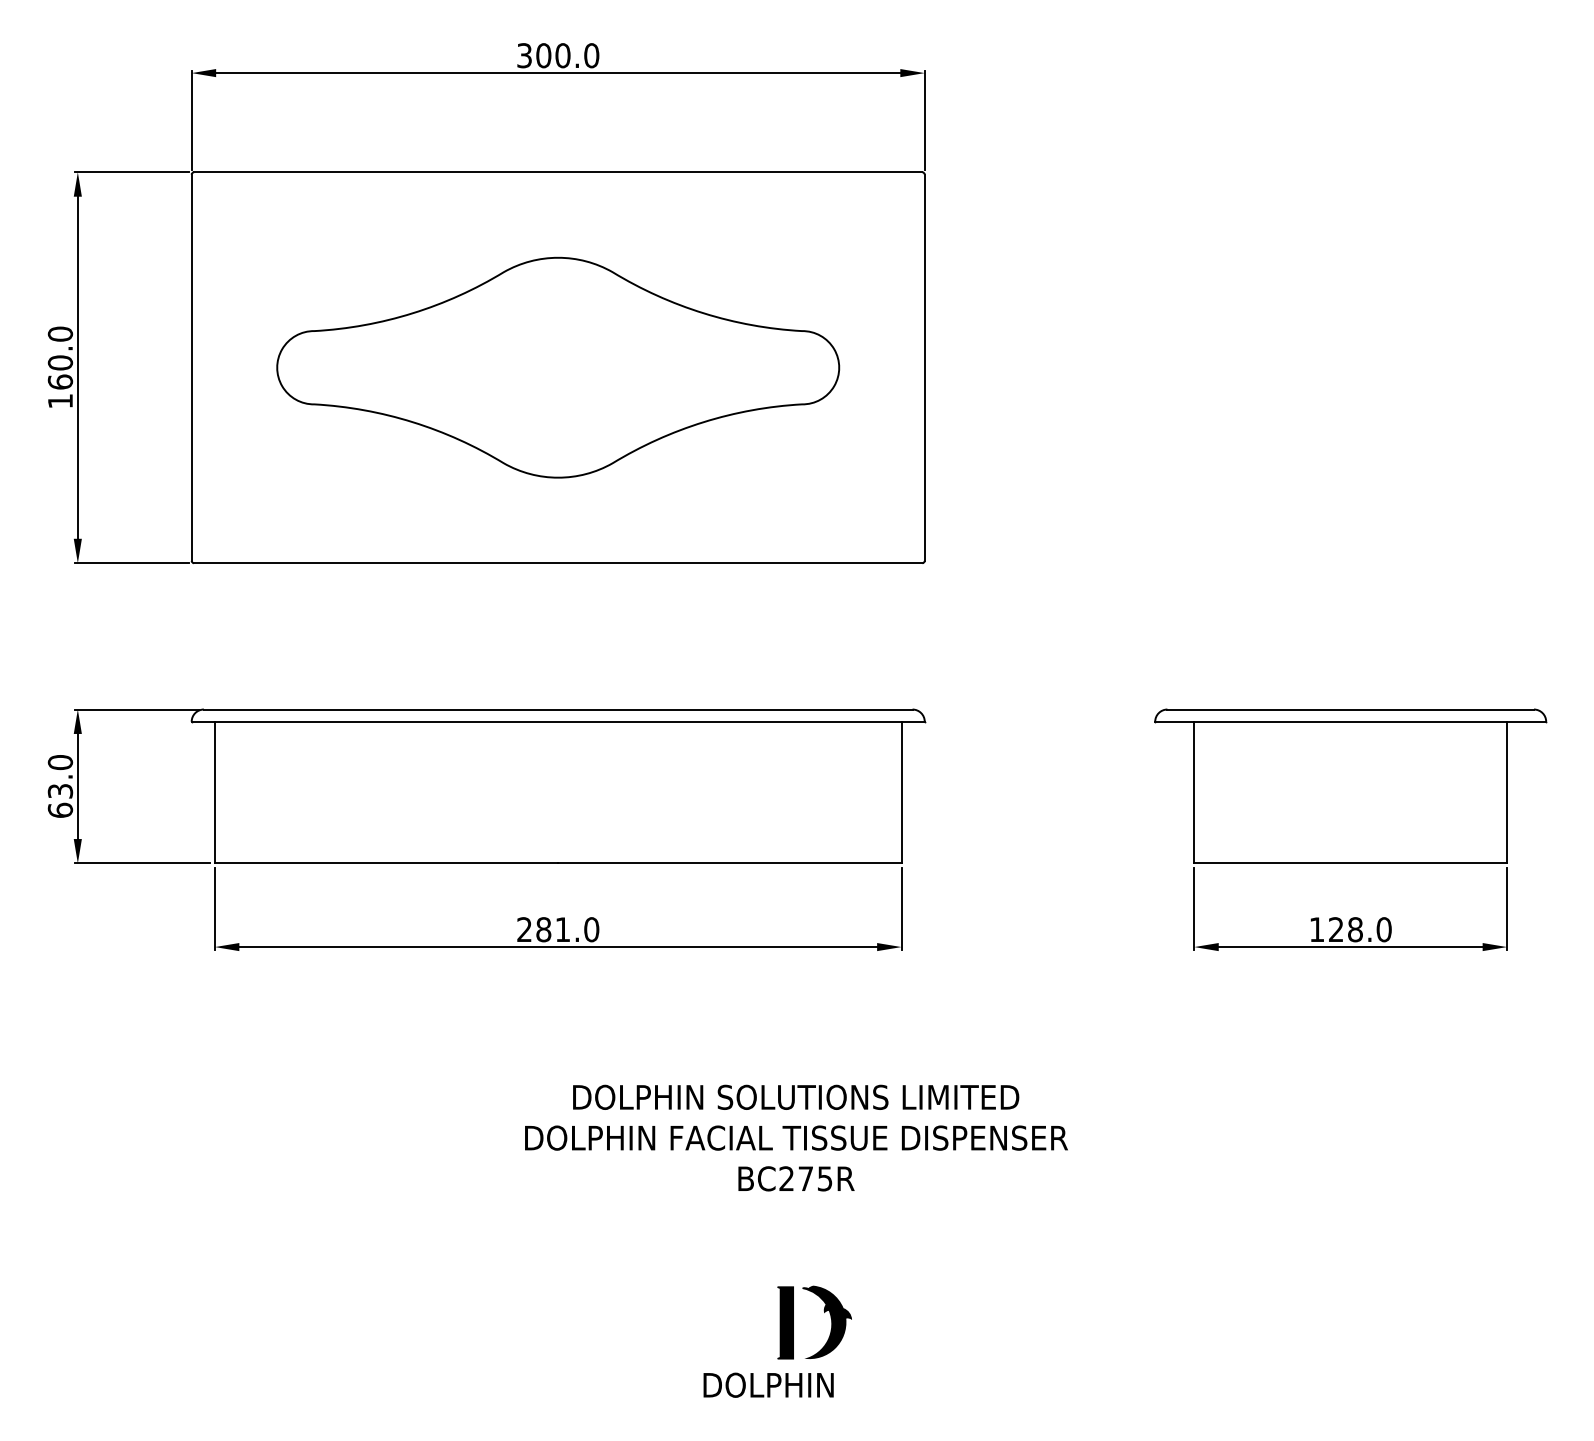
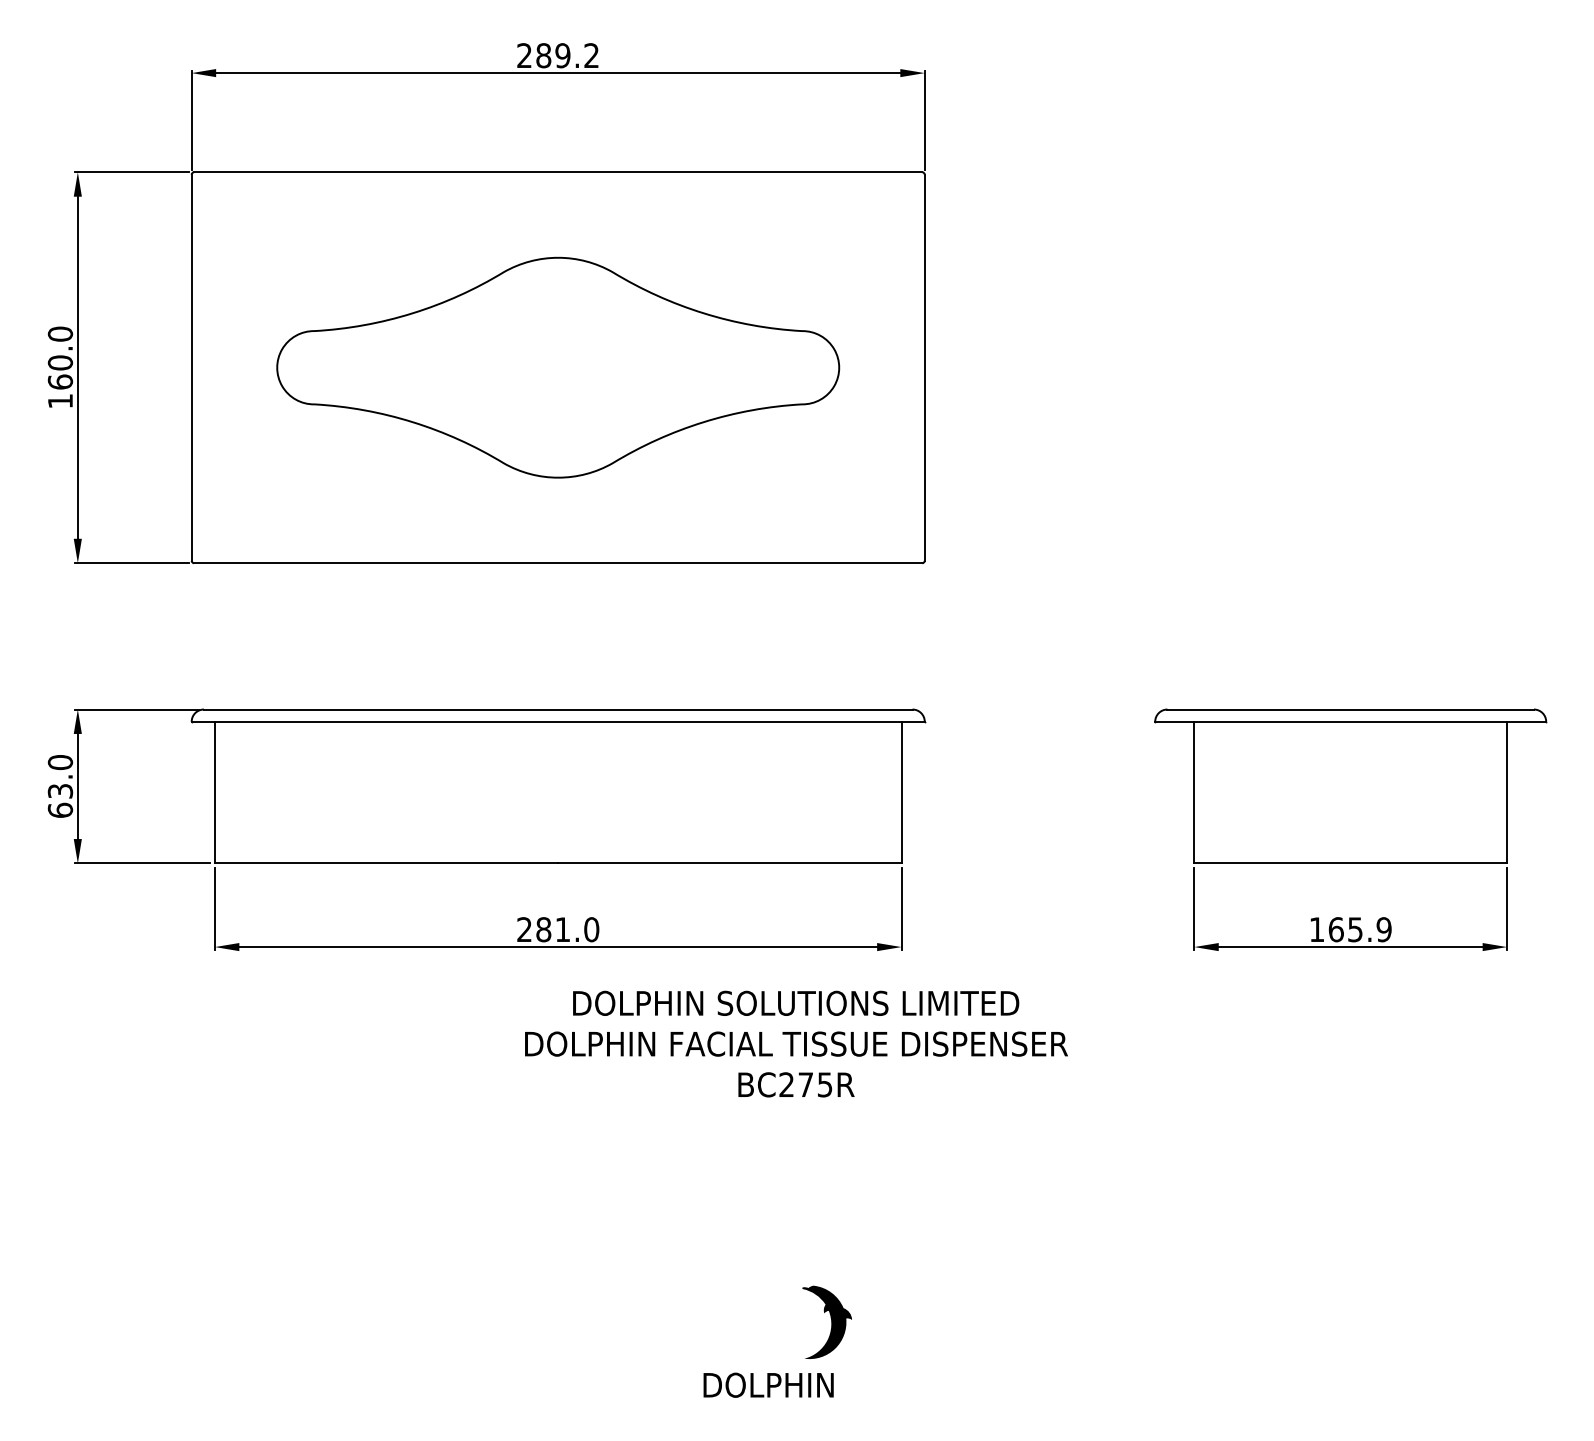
text at (558, 55): 300.0 -> 289.2
text at (1359, 929): 128.0 -> 165.9
text at (796, 1137) position: (796, 1137) -> (796, 1043)
fill at (785, 1322): present -> none
